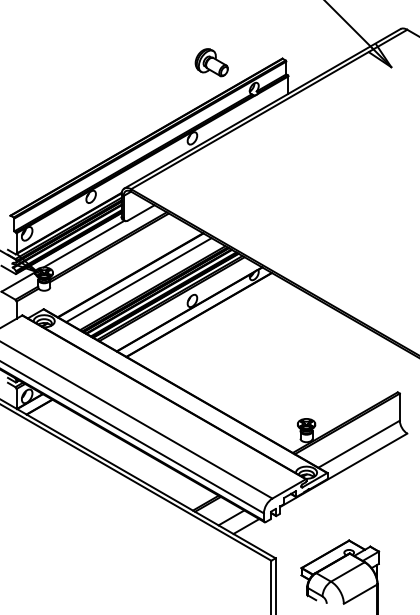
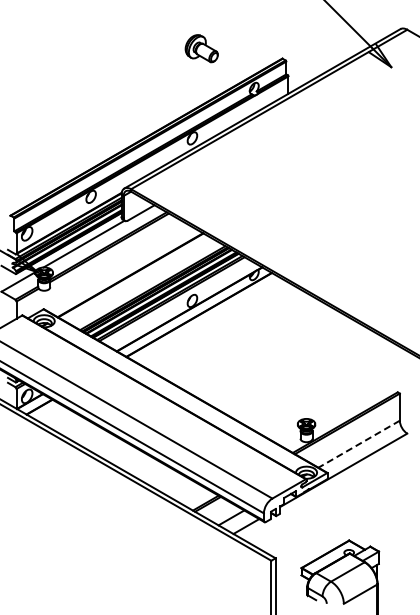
part at (211, 62) position: (211, 62) -> (201, 48)
line at (138, 280): present -> none
line at (358, 444): solid -> dashed
